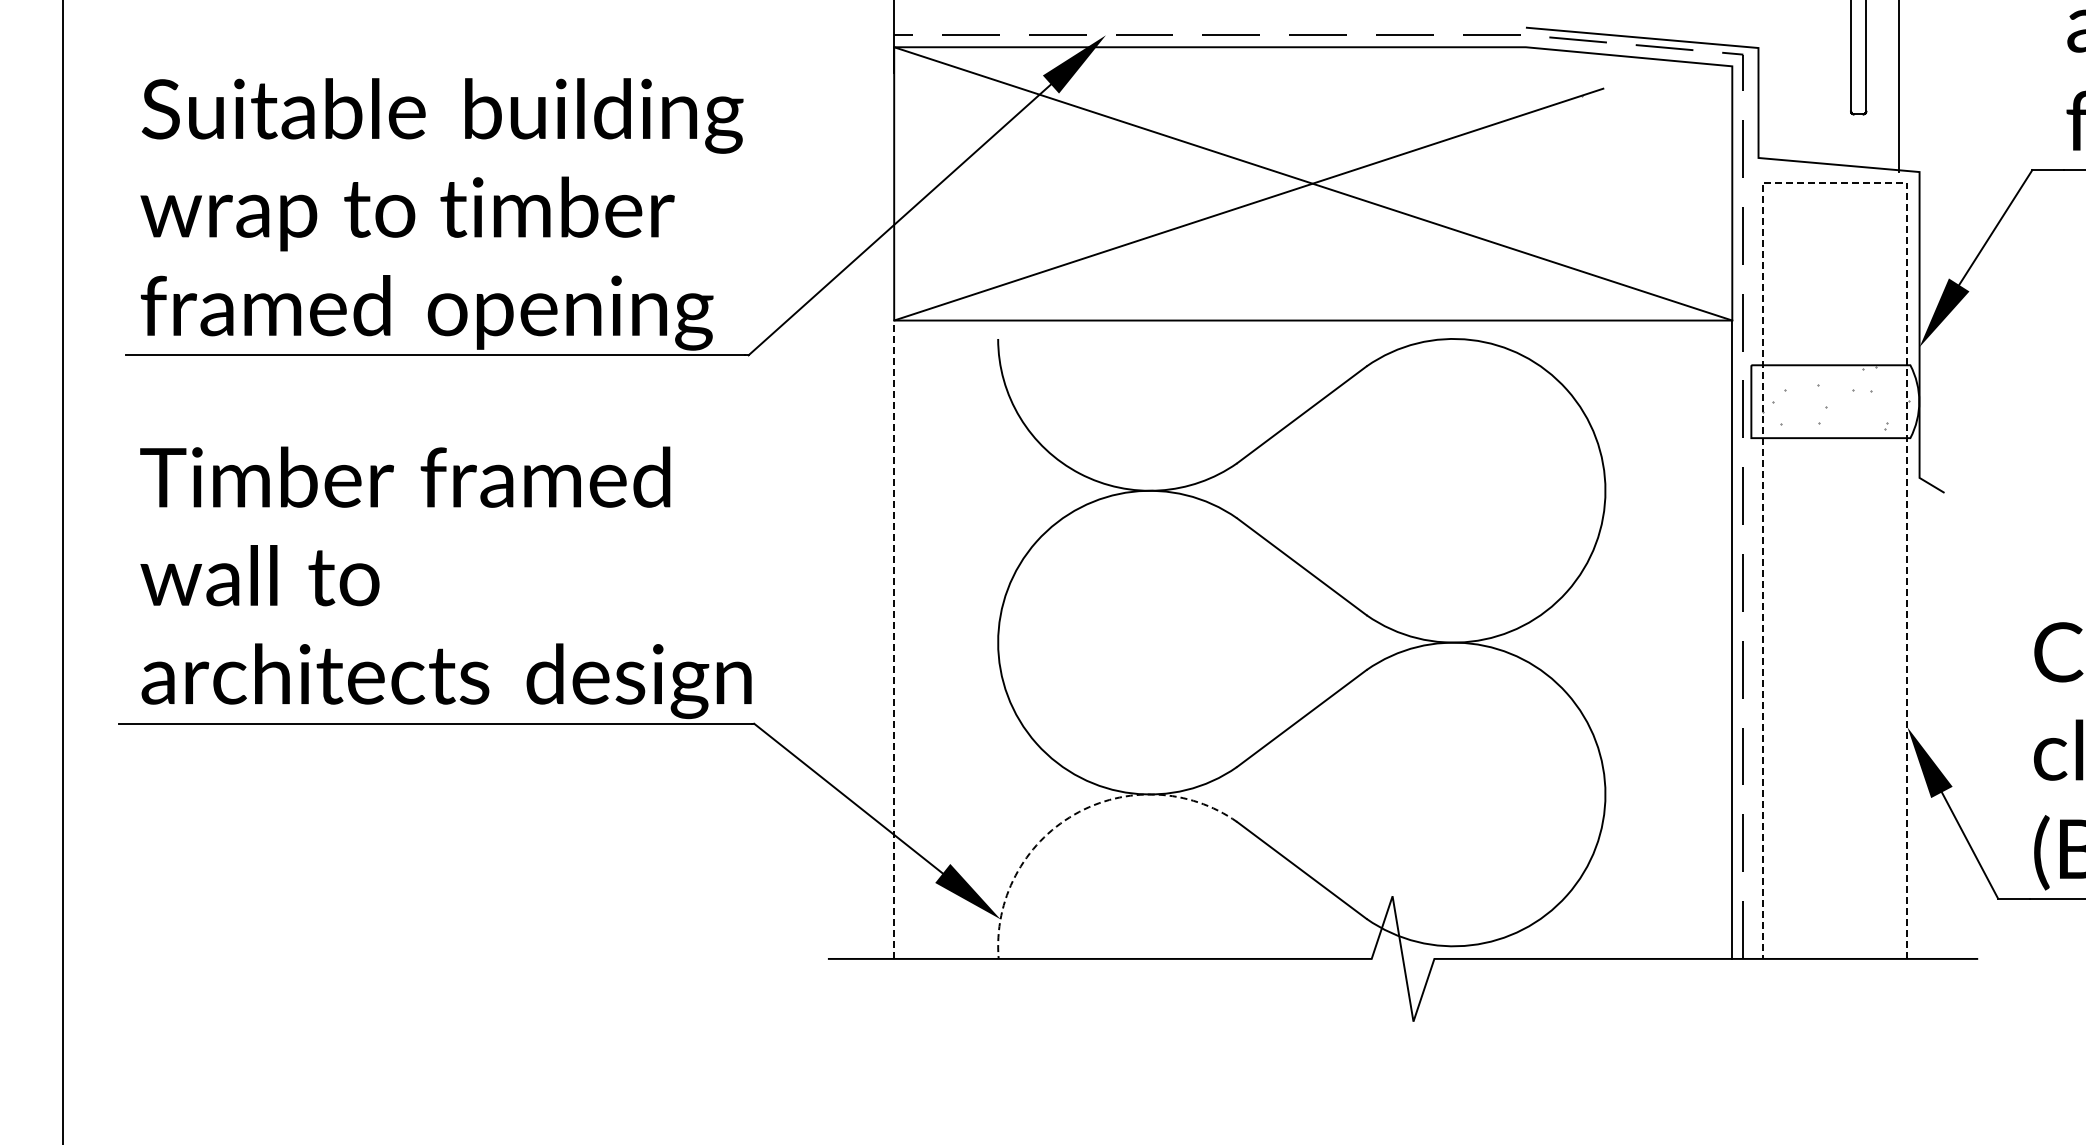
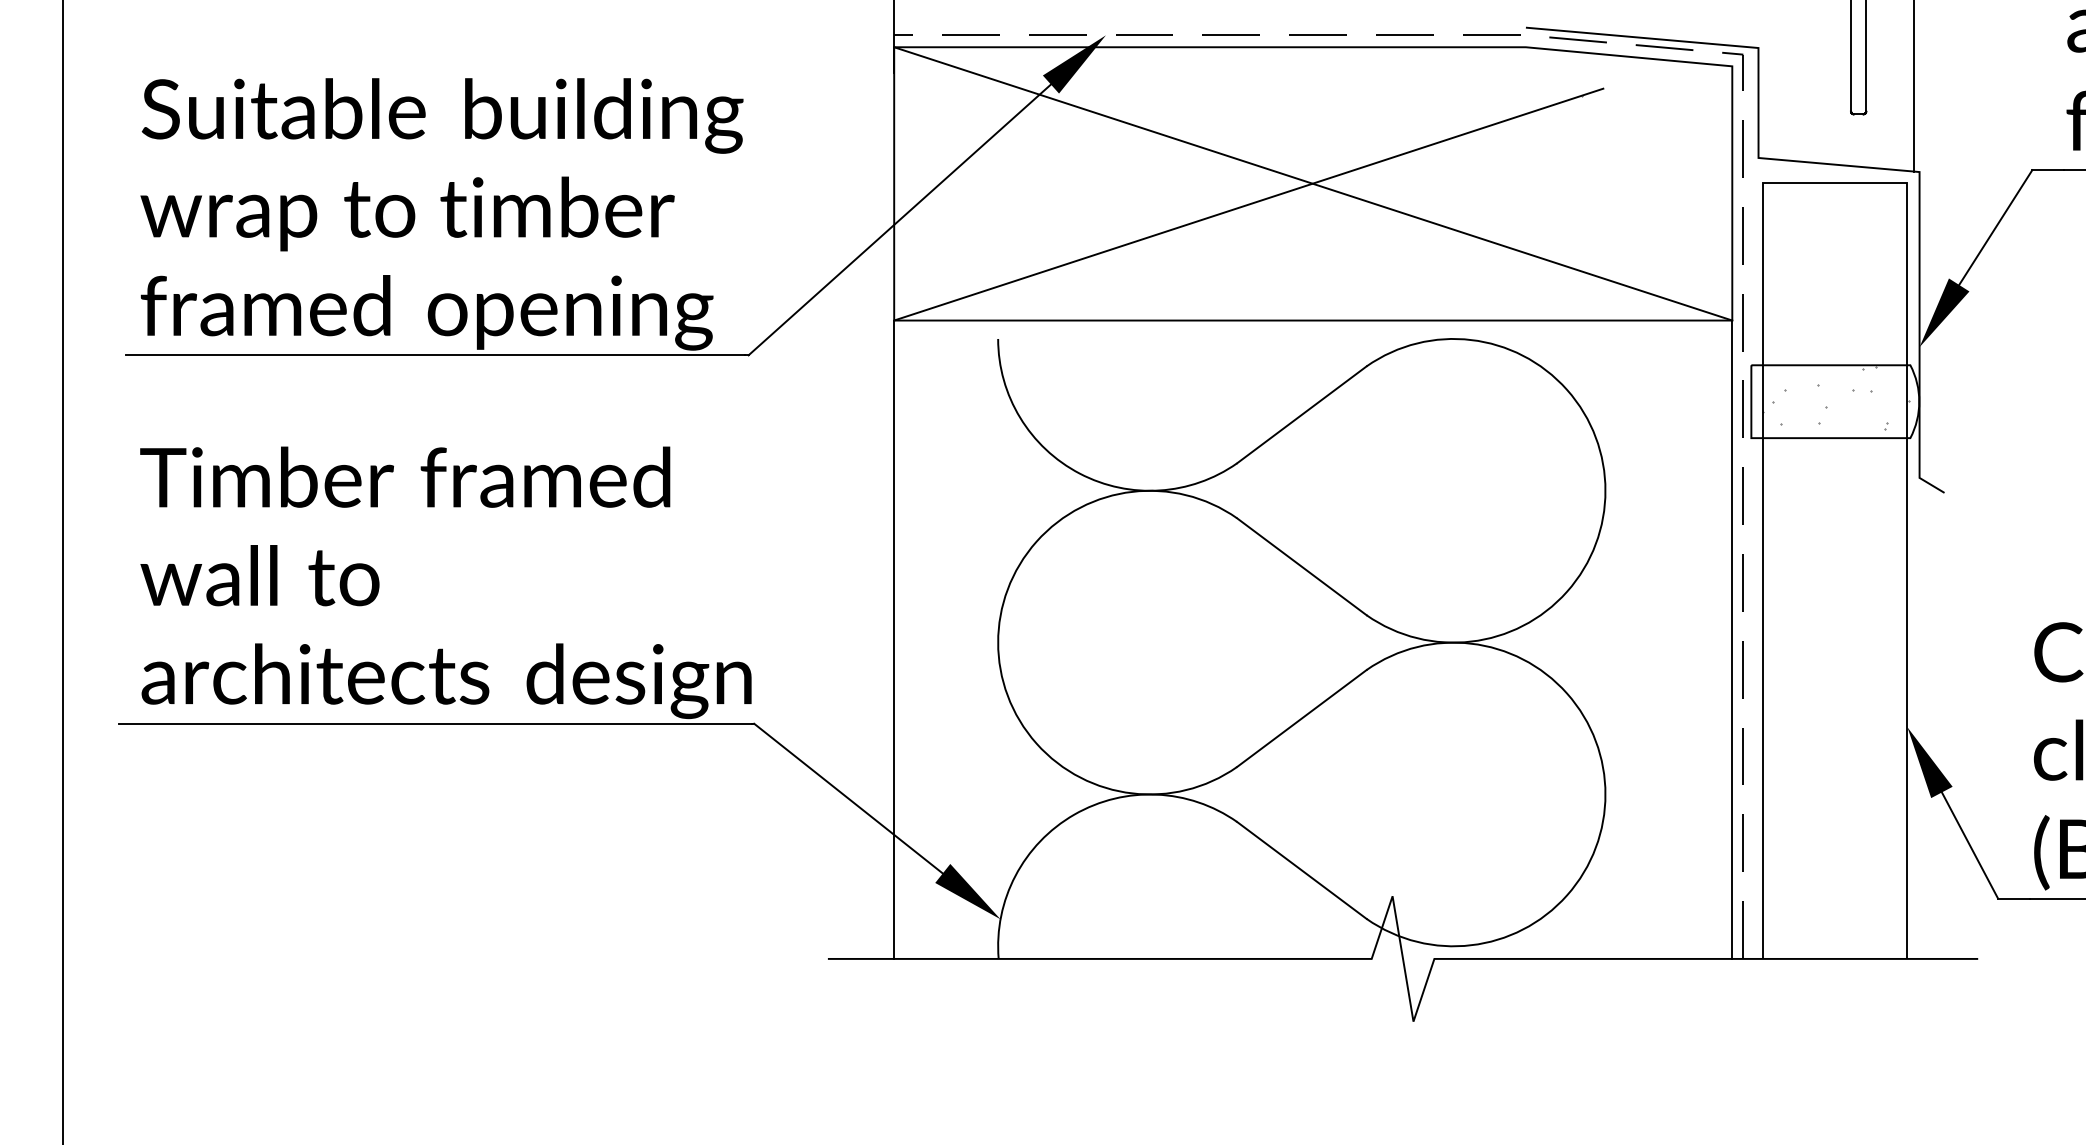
line at (1899, 86) position: (1899, 86) -> (1914, 86)
line at (1834, 182): dashed -> solid
line at (894, 639): dashed -> solid
arc at (1074, 814): dashed -> solid
